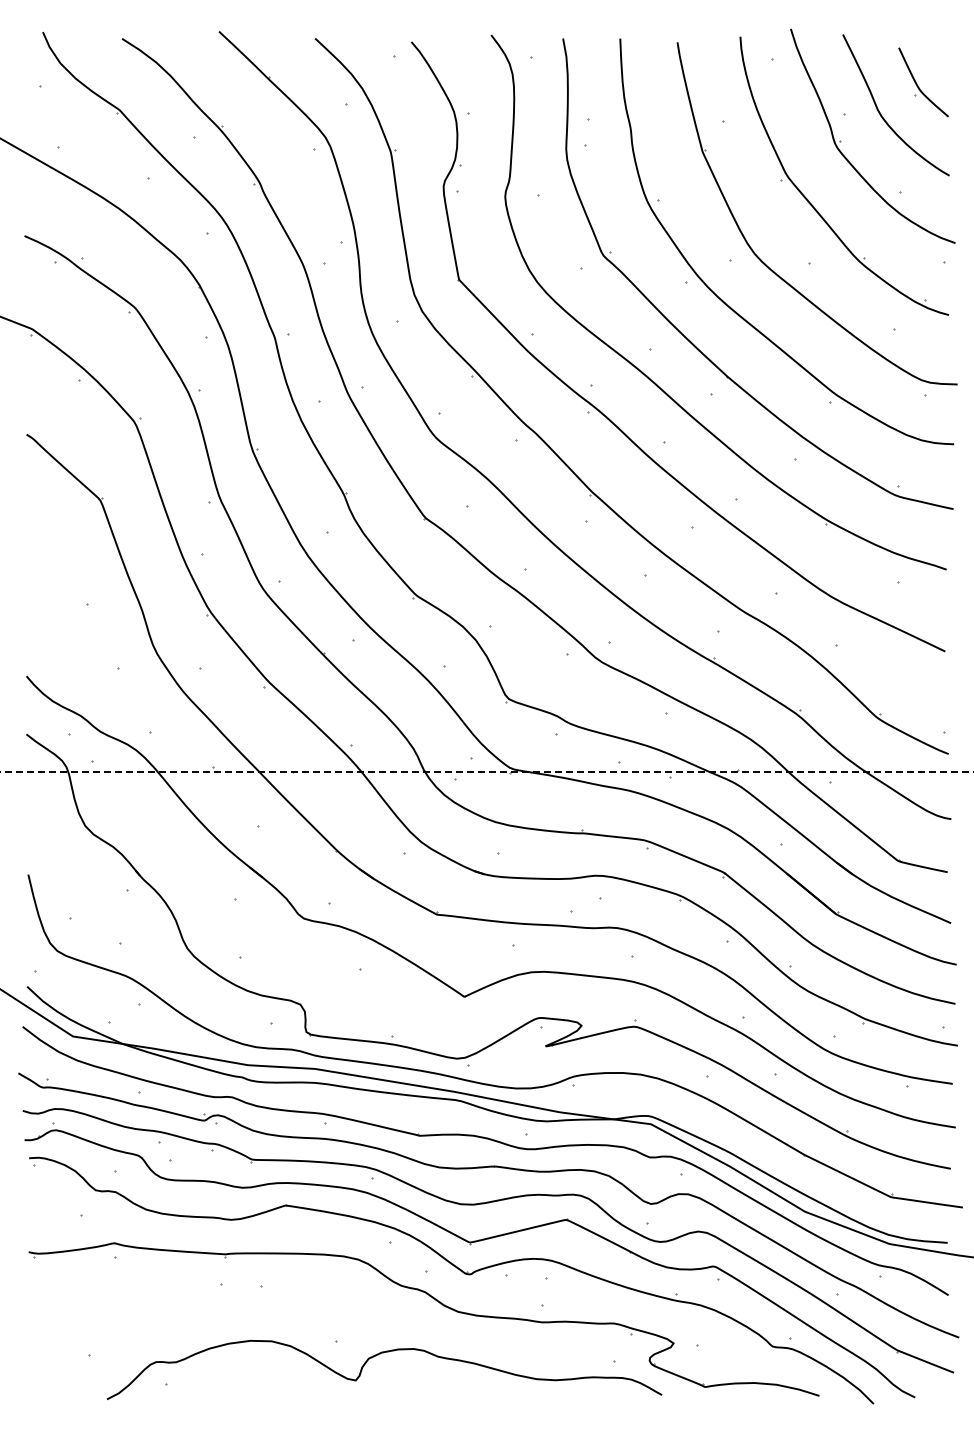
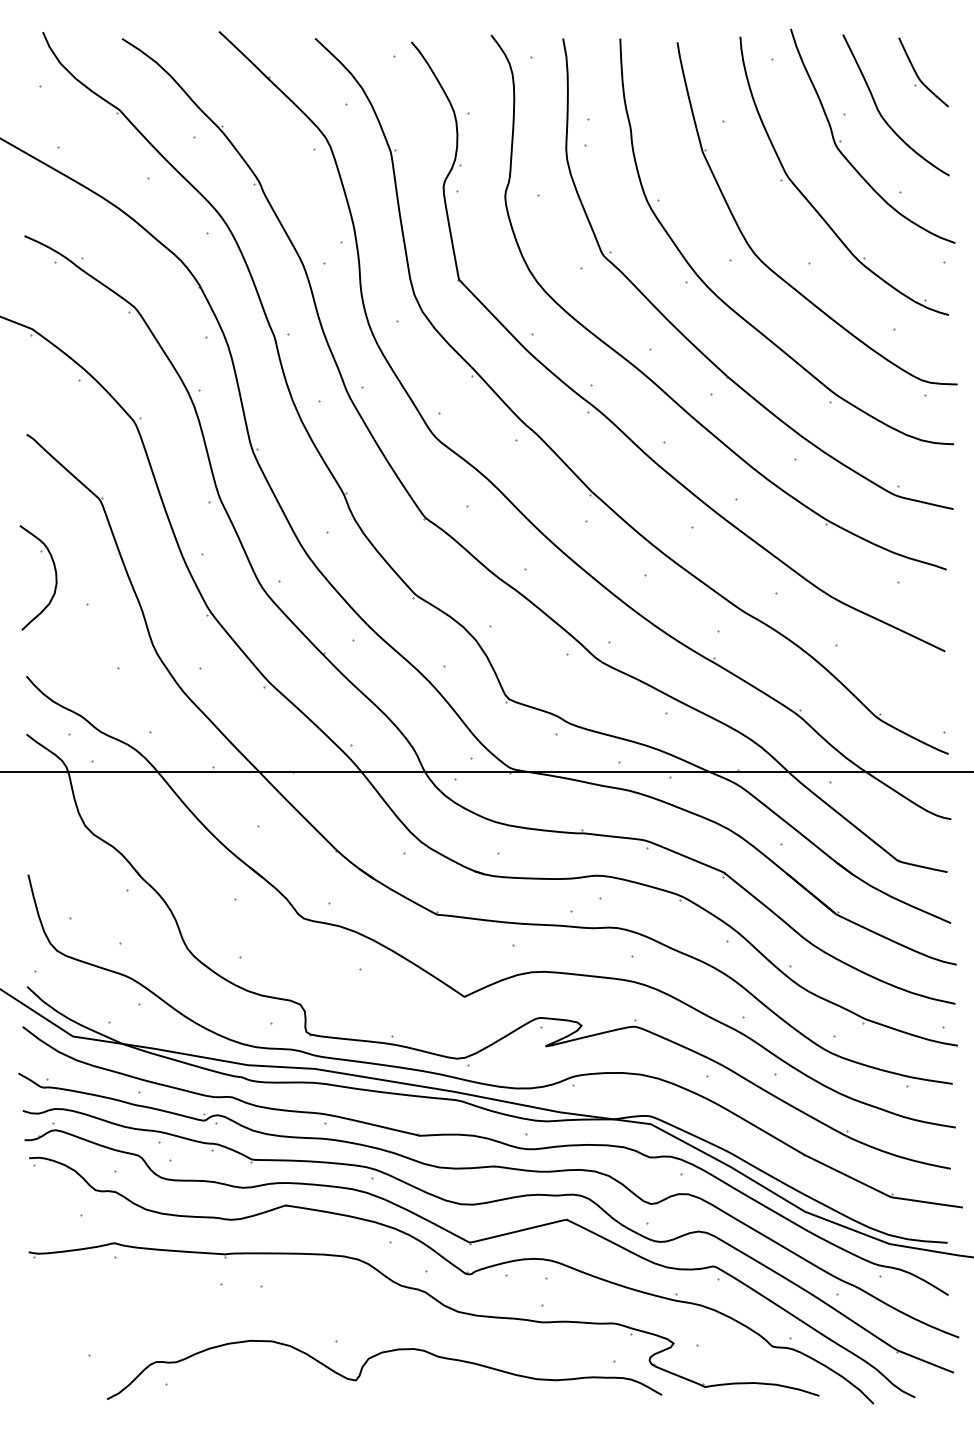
part at (923, 82) position: (923, 82) -> (923, 72)
part at (55, 577): none -> present
line at (487, 772): dashed -> solid
